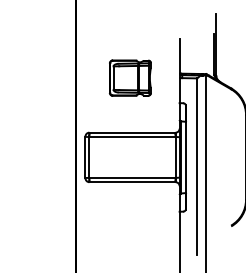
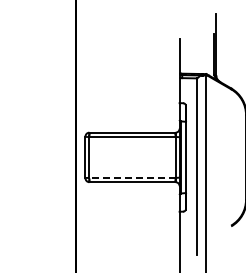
part at (130, 77): present -> none
line at (132, 177): solid -> dashed
